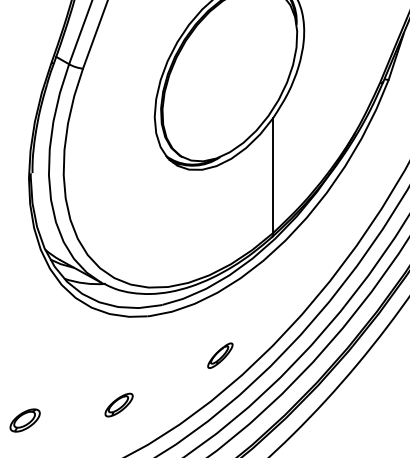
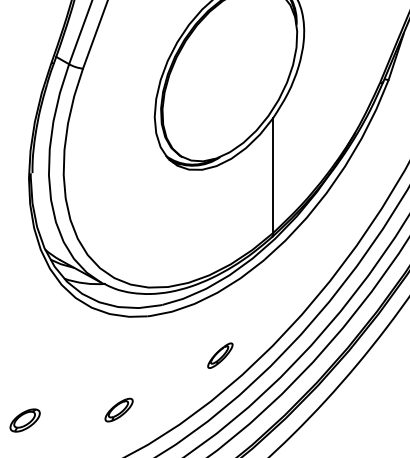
part at (118, 404) position: (118, 404) -> (118, 409)
